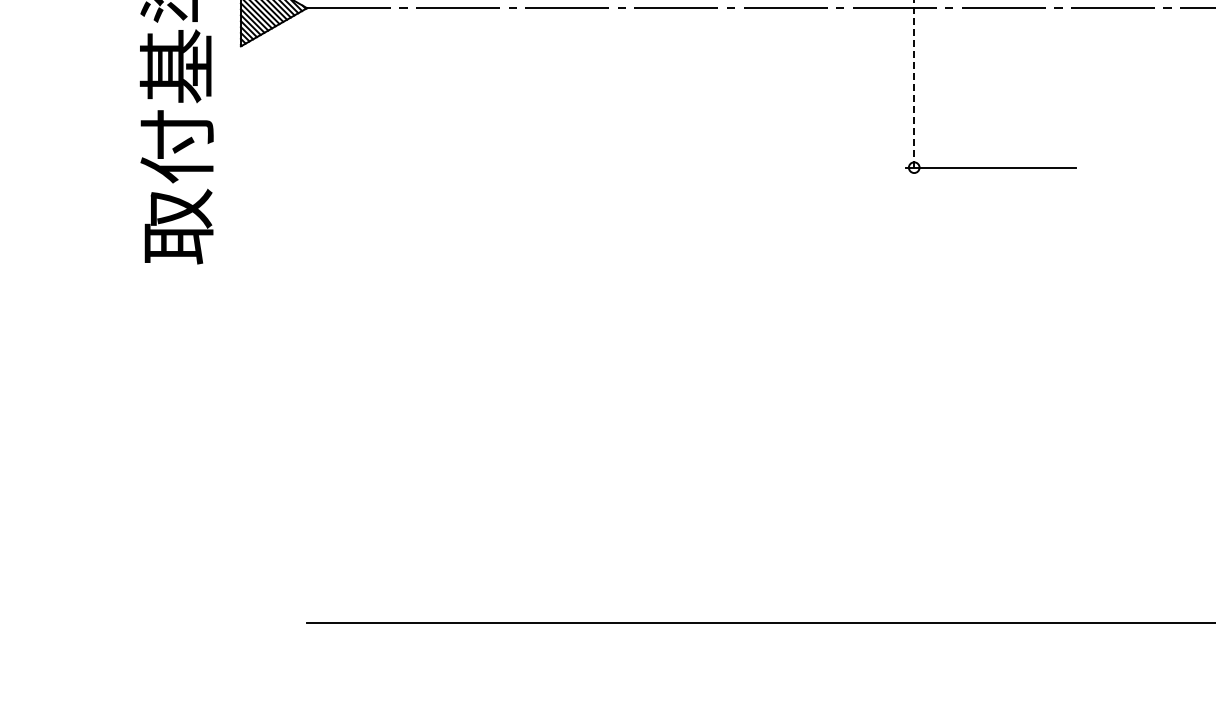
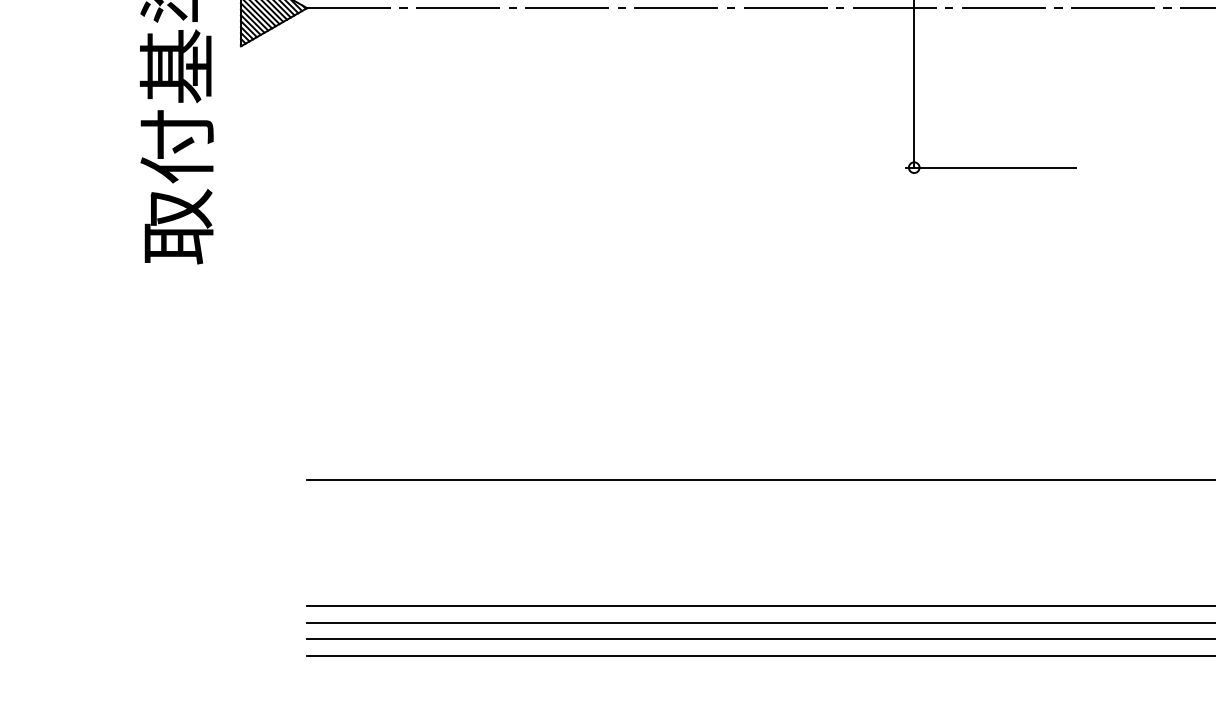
line at (914, 83): dashed -> solid
line at (759, 479): none -> present
line at (759, 605): none -> present
line at (759, 639): none -> present
line at (759, 656): none -> present
